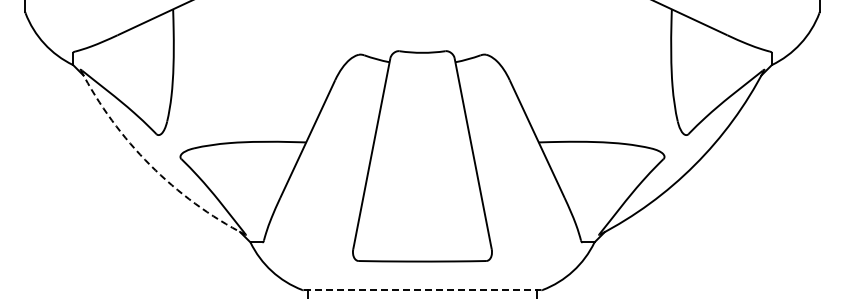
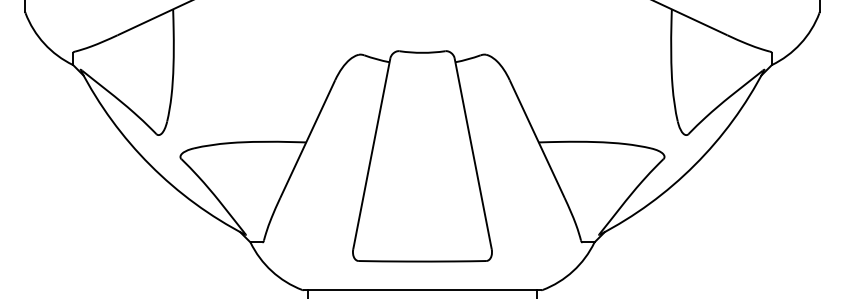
arc at (150, 165): dashed -> solid
line at (422, 290): dashed -> solid
